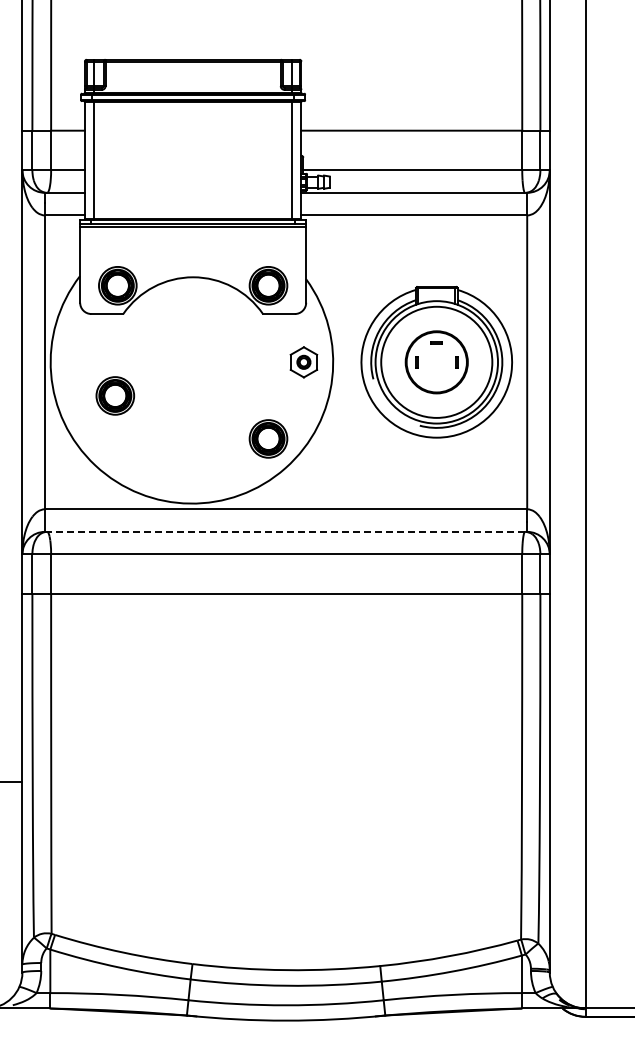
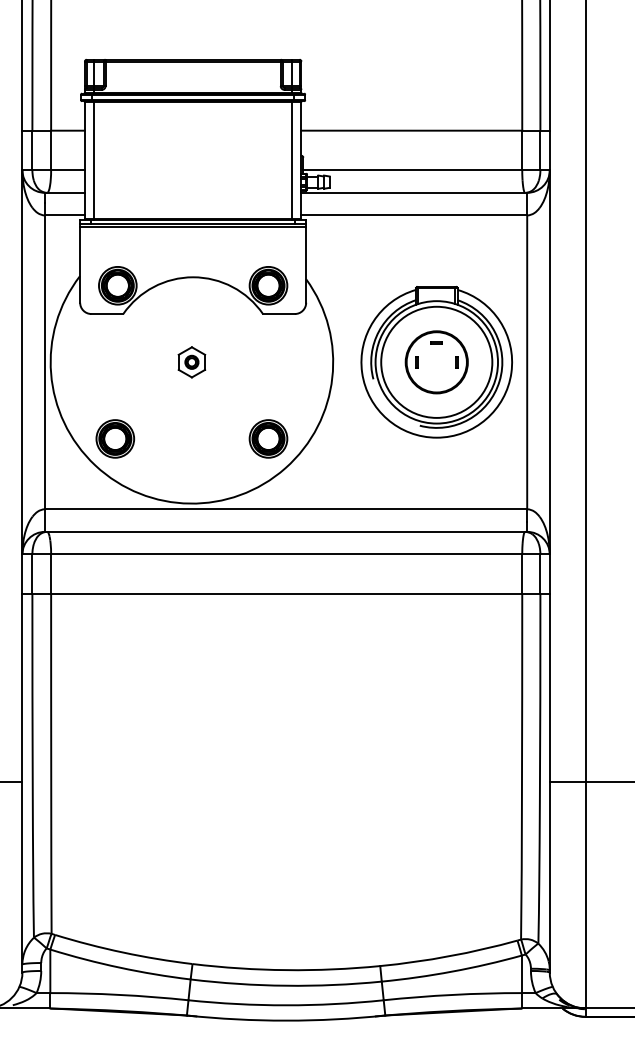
part at (303, 362) position: (303, 362) -> (191, 362)
part at (115, 395) position: (115, 395) -> (115, 438)
line at (286, 531): dashed -> solid
line at (590, 782): none -> present
